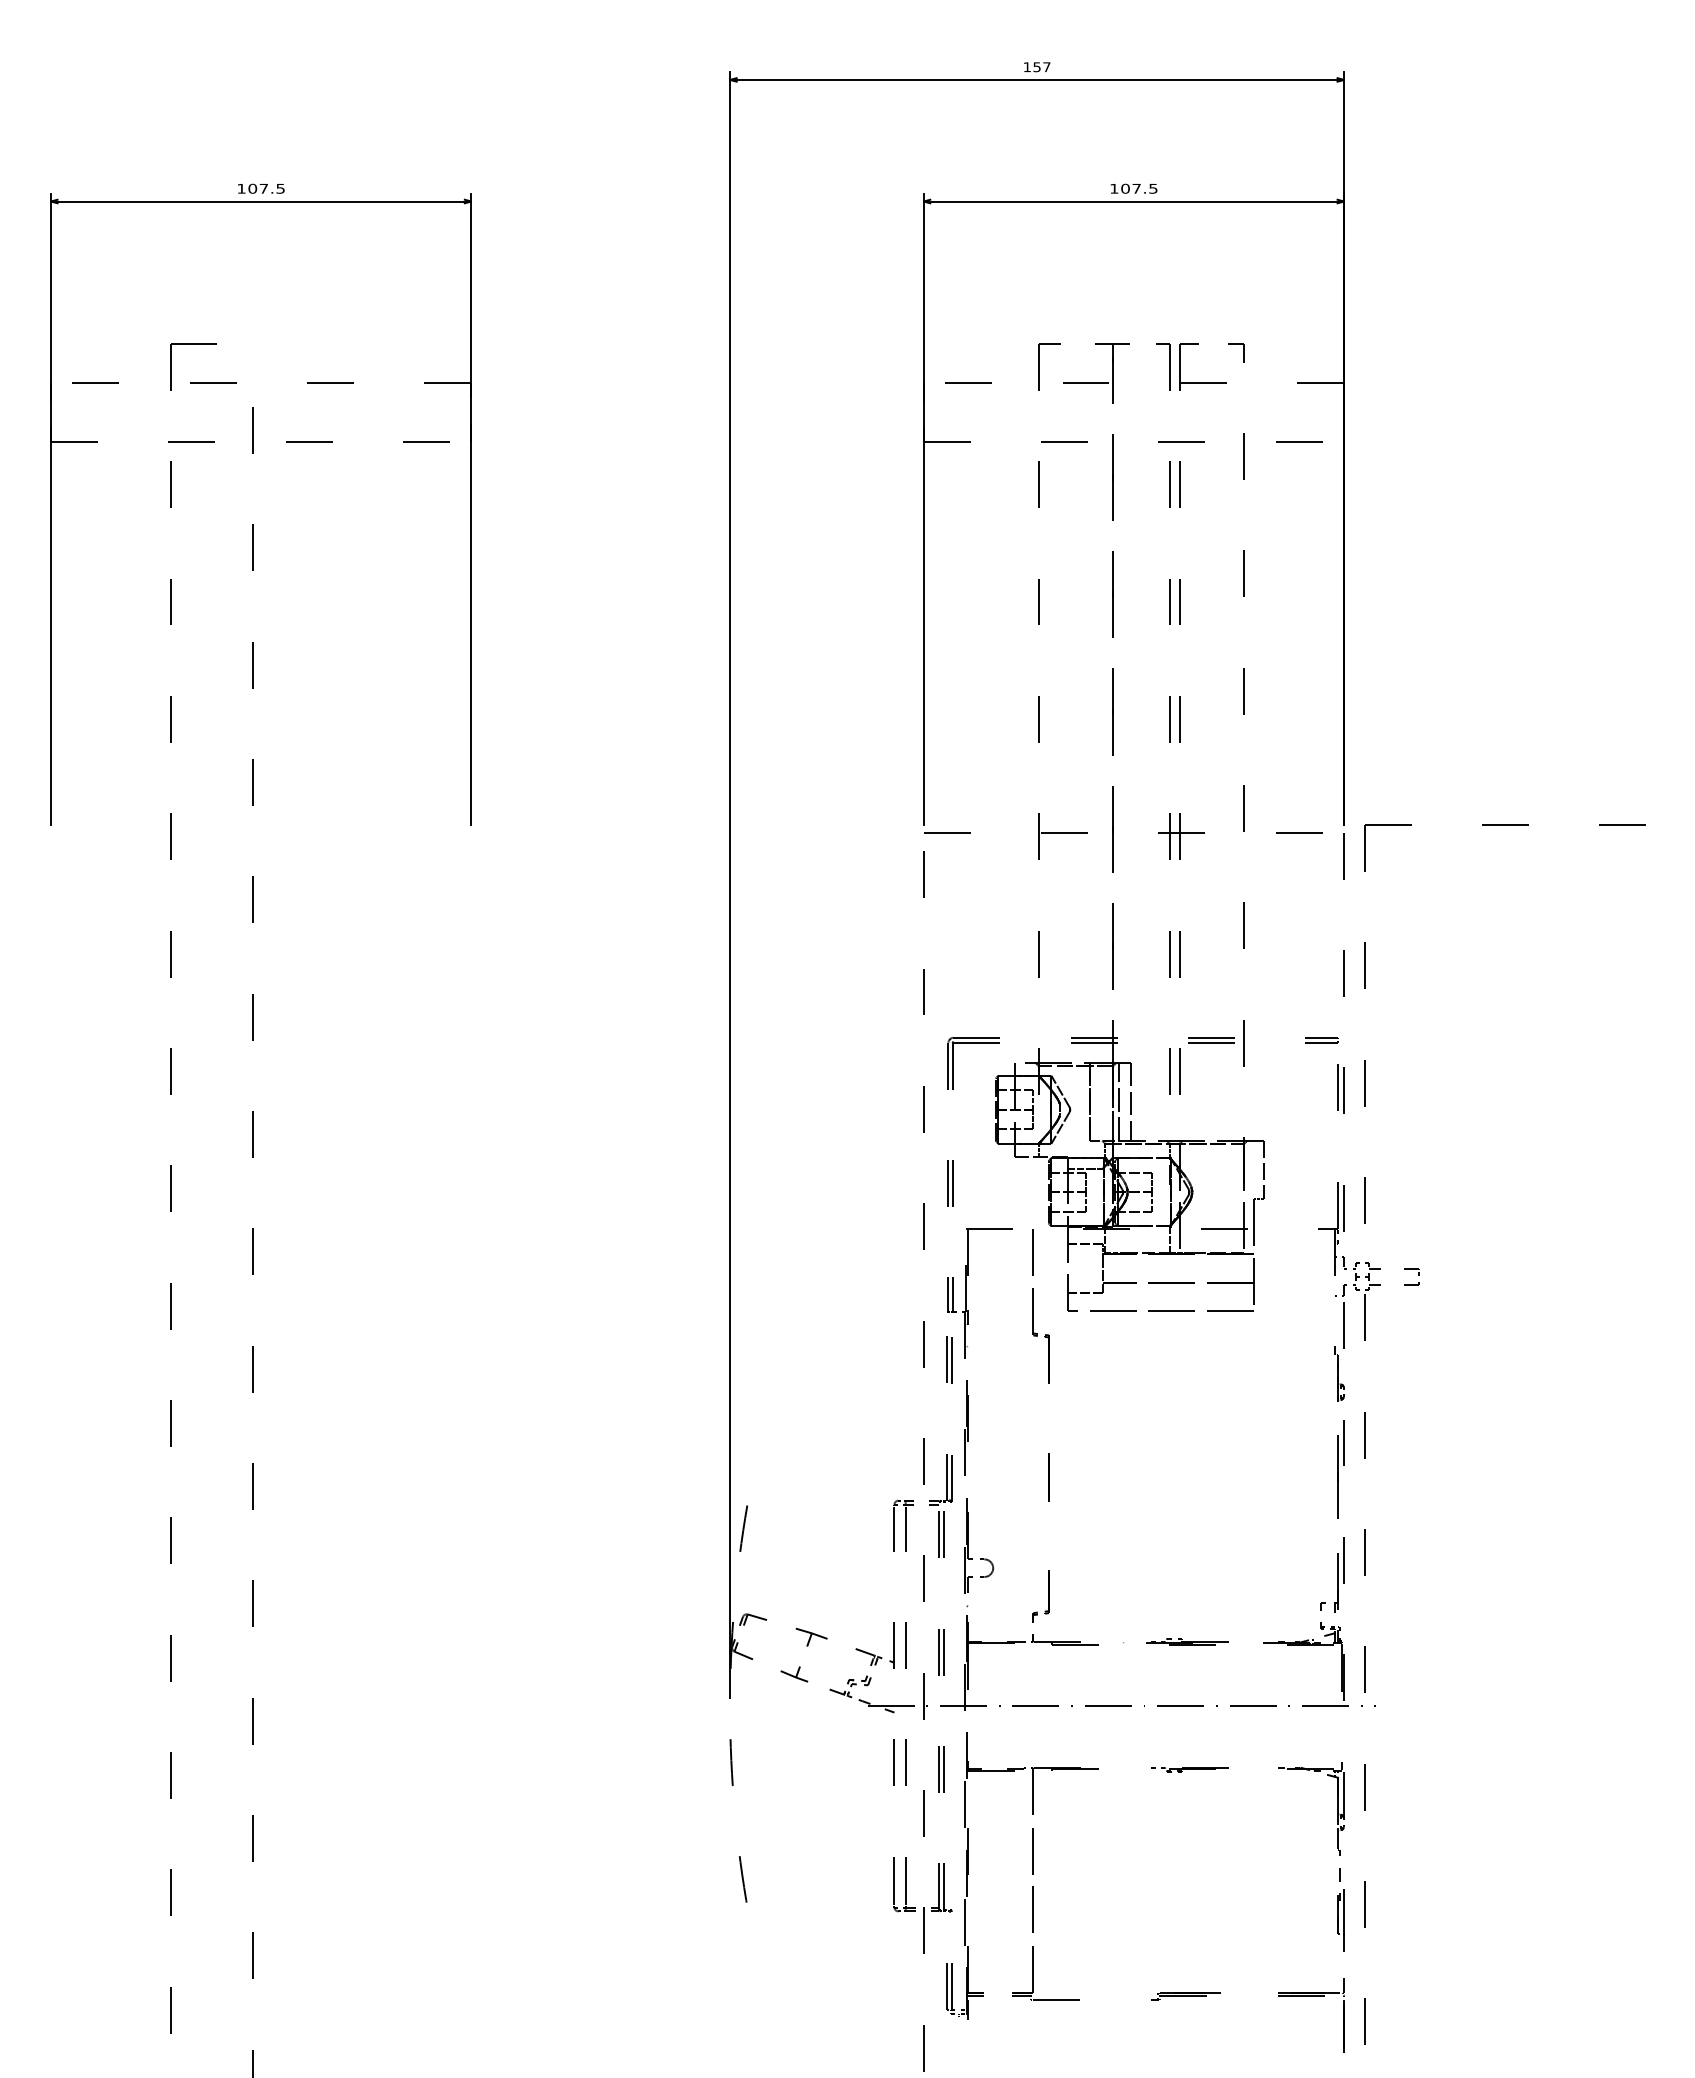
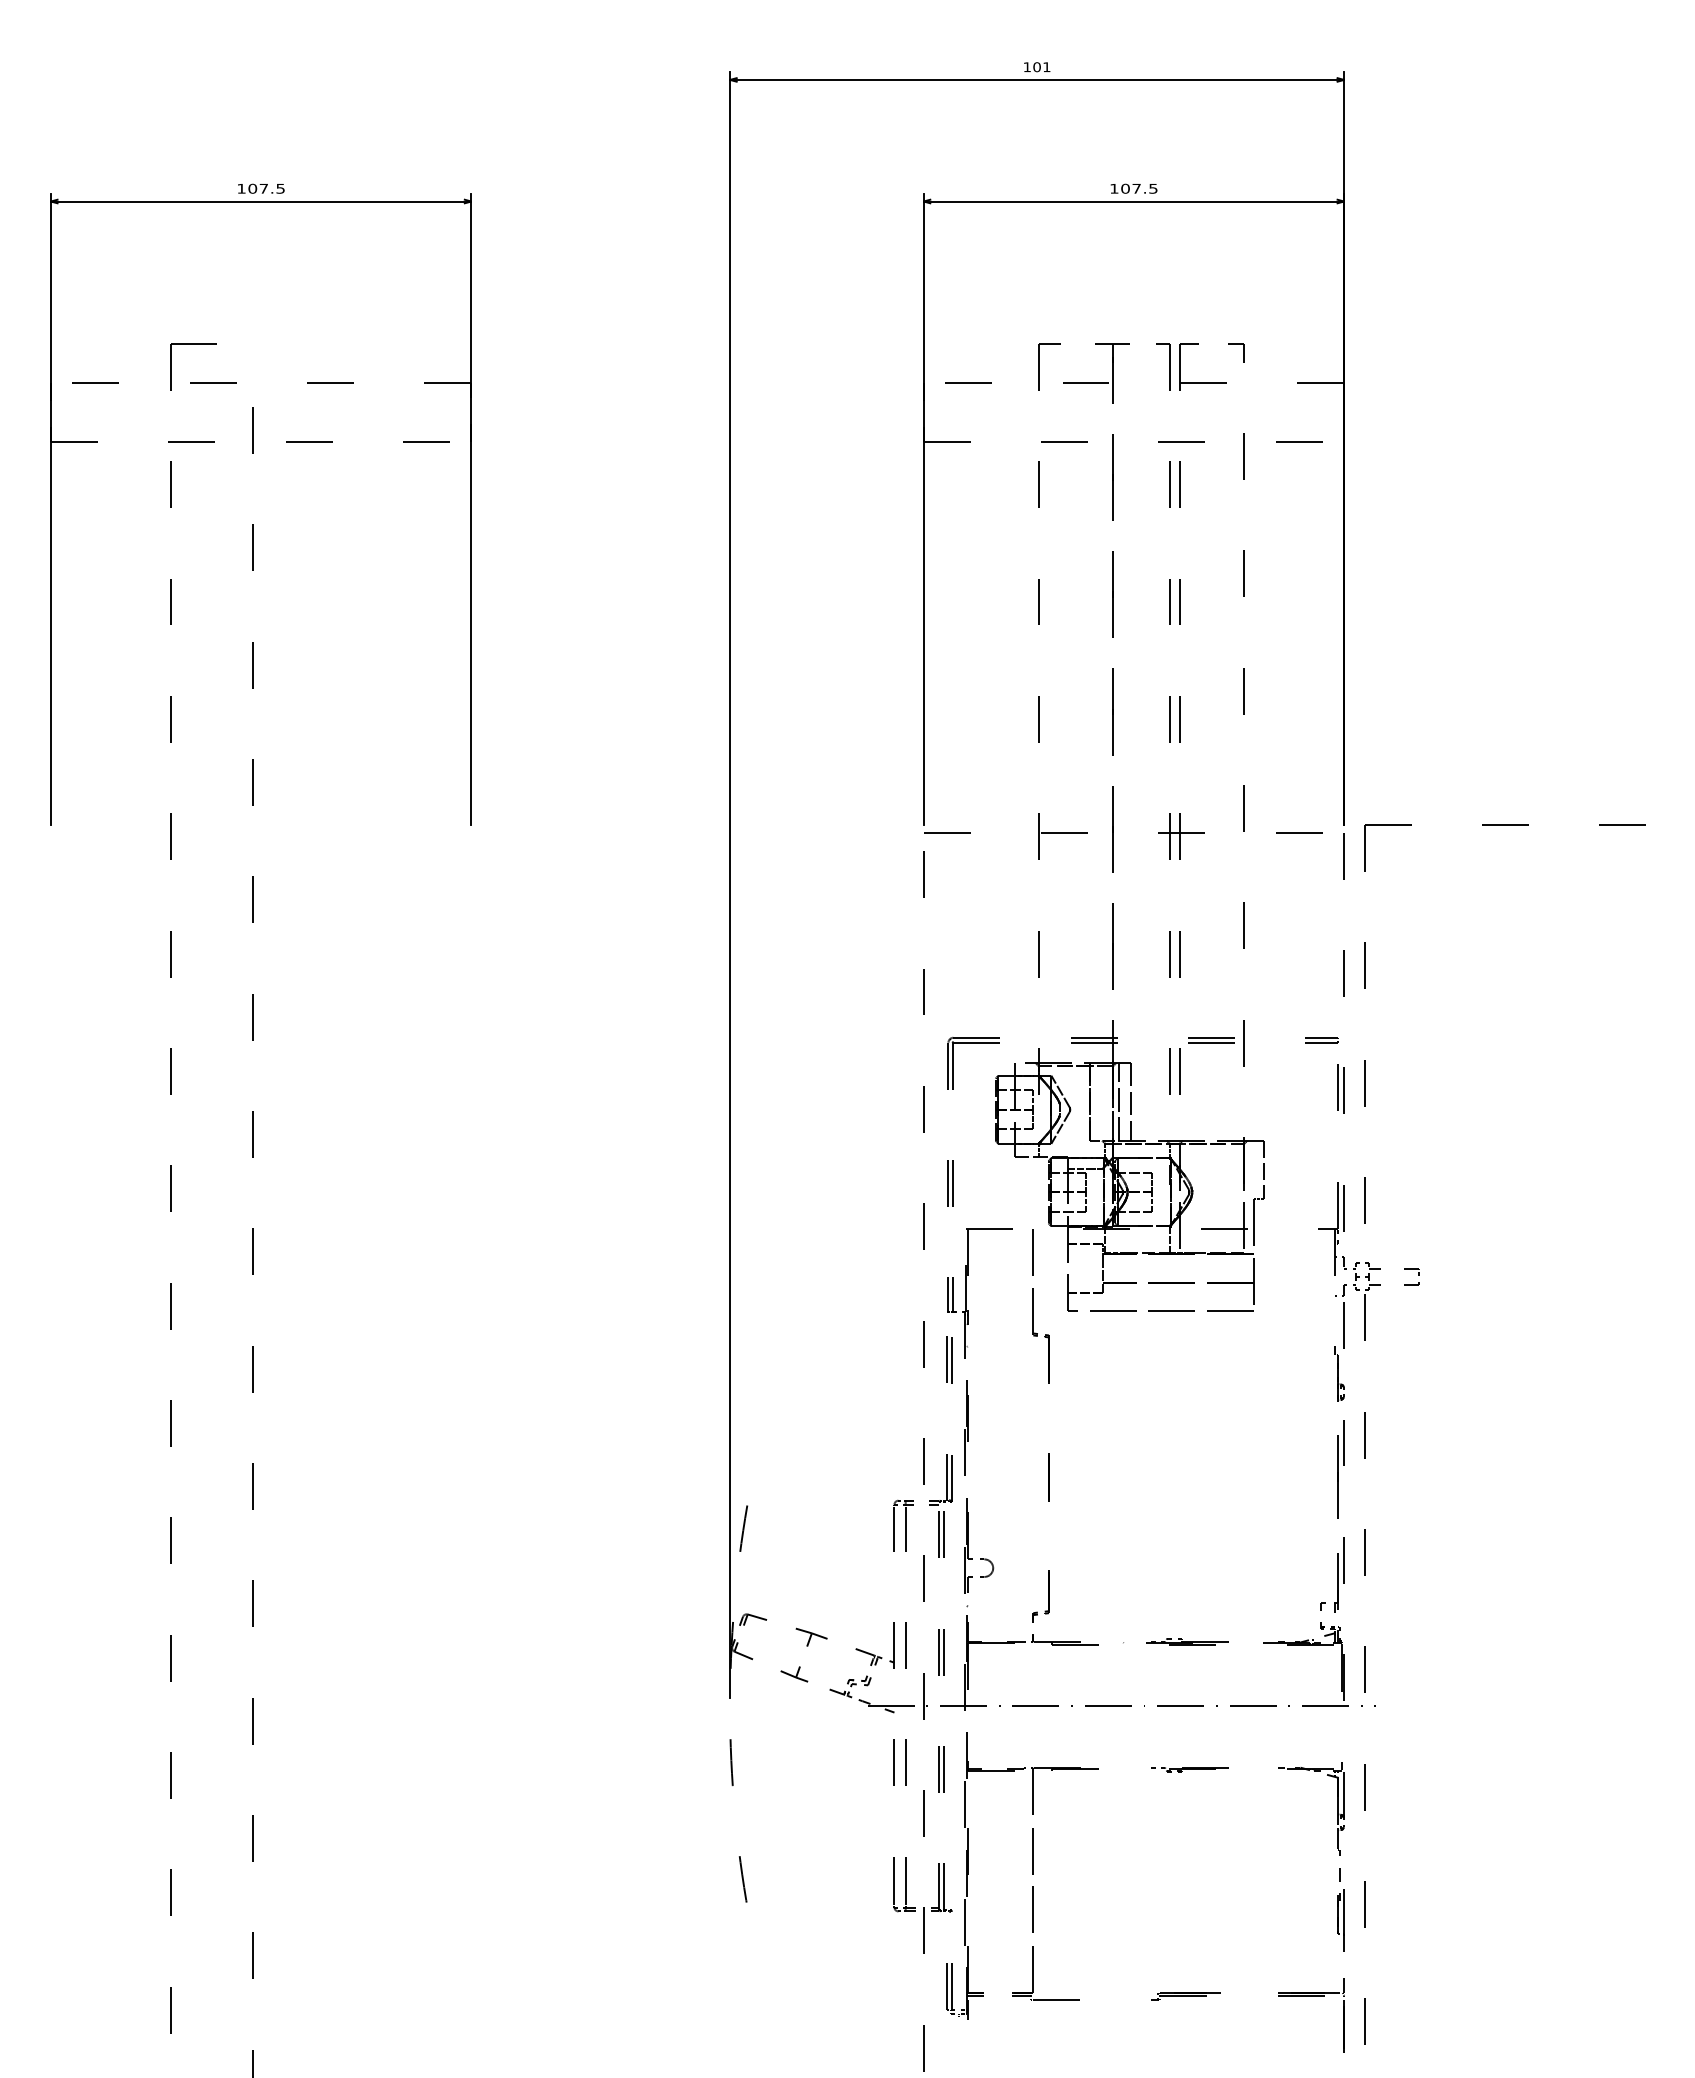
text at (1041, 67): 157 -> 101
